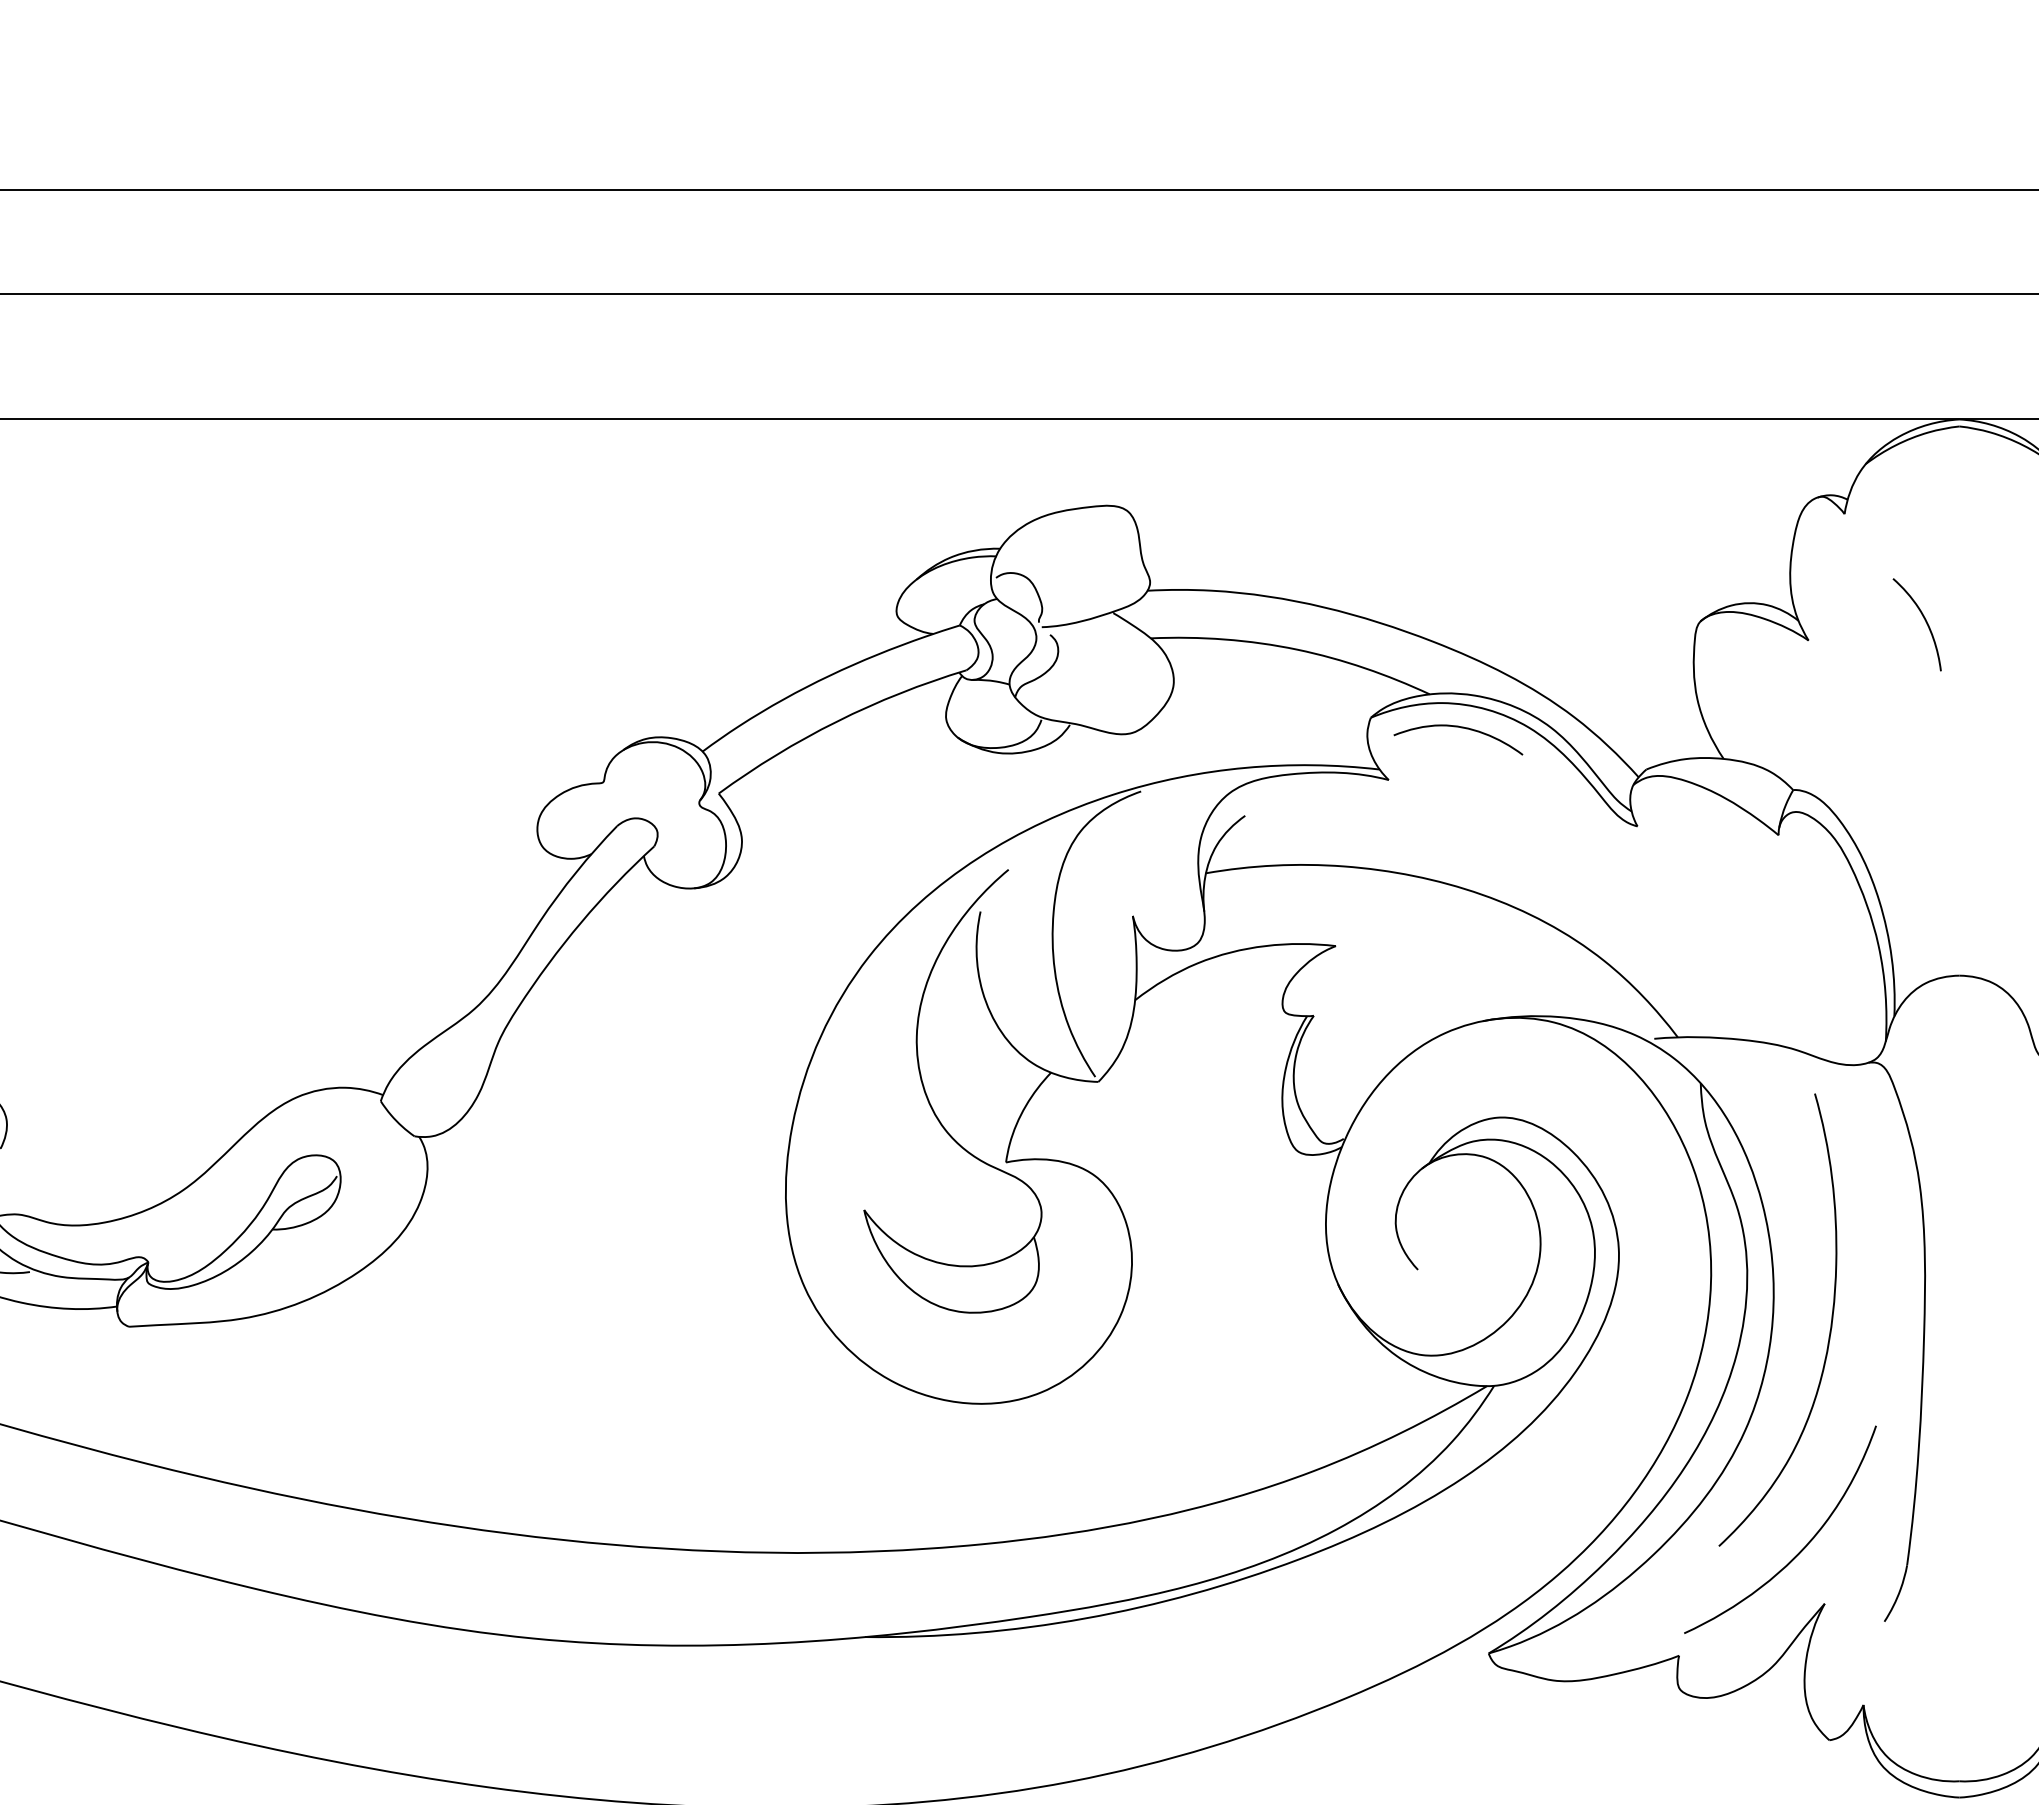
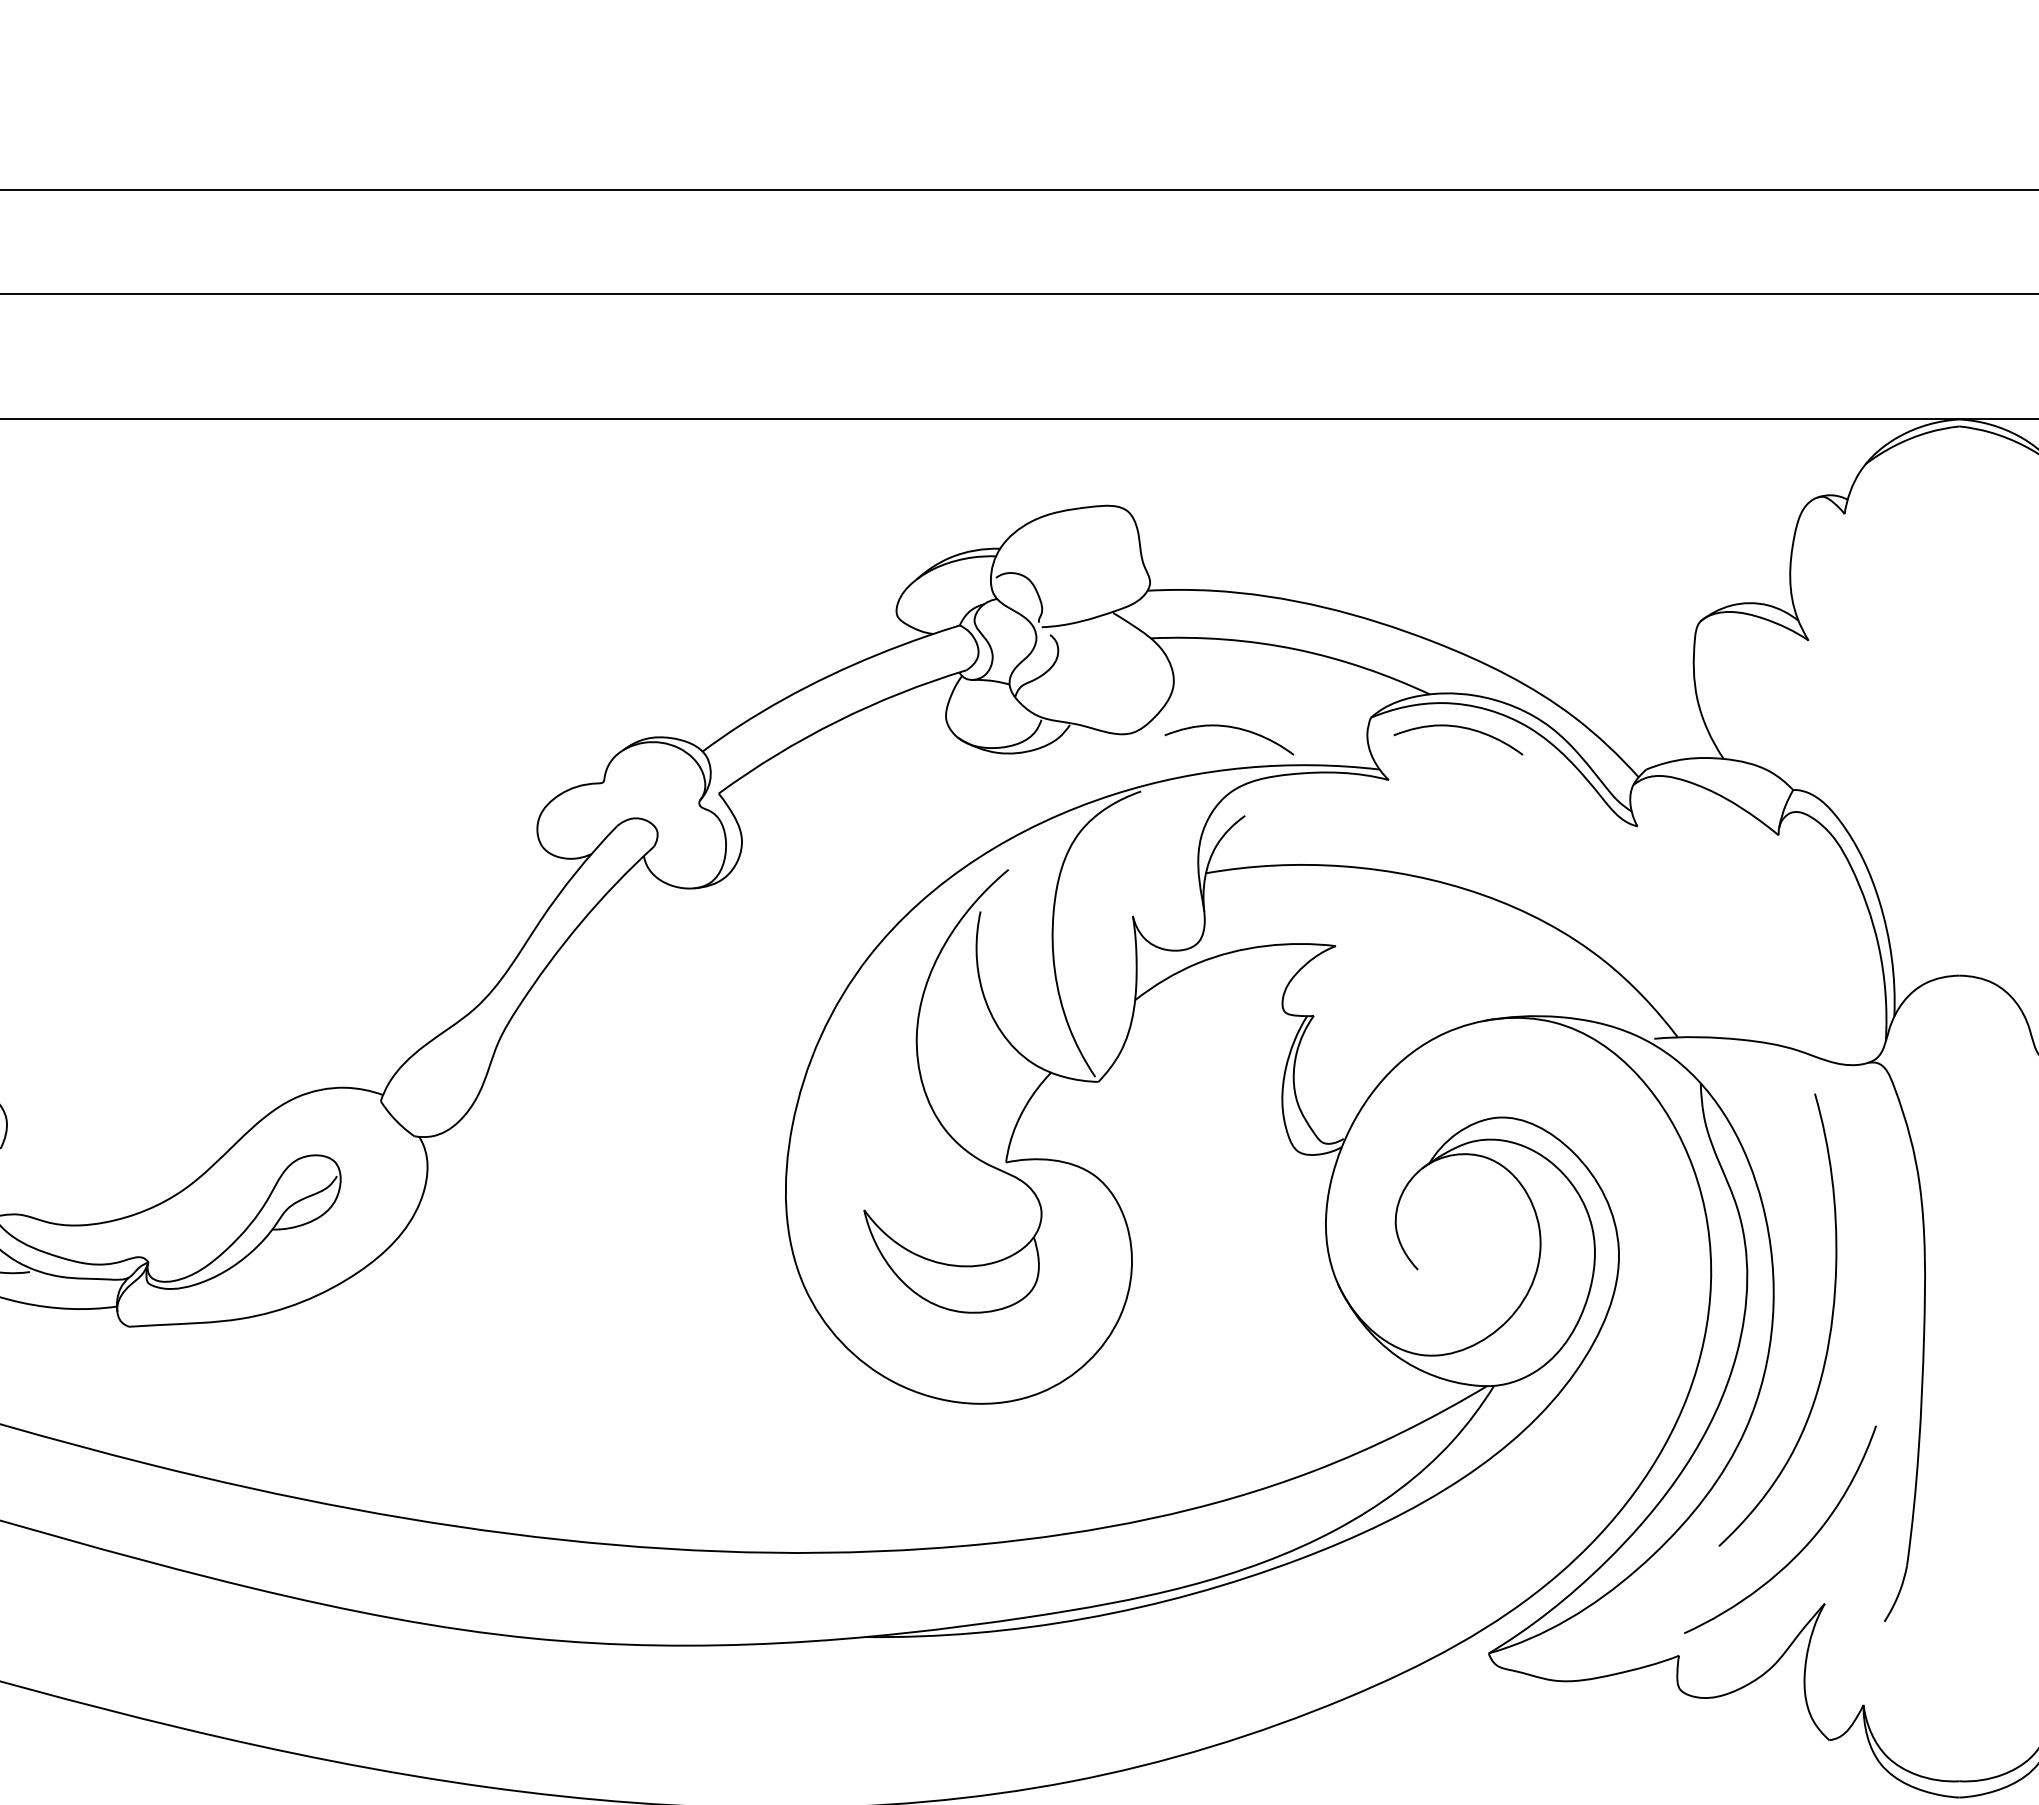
curve at (1924, 620): present -> none
curve at (1232, 728): none -> present
